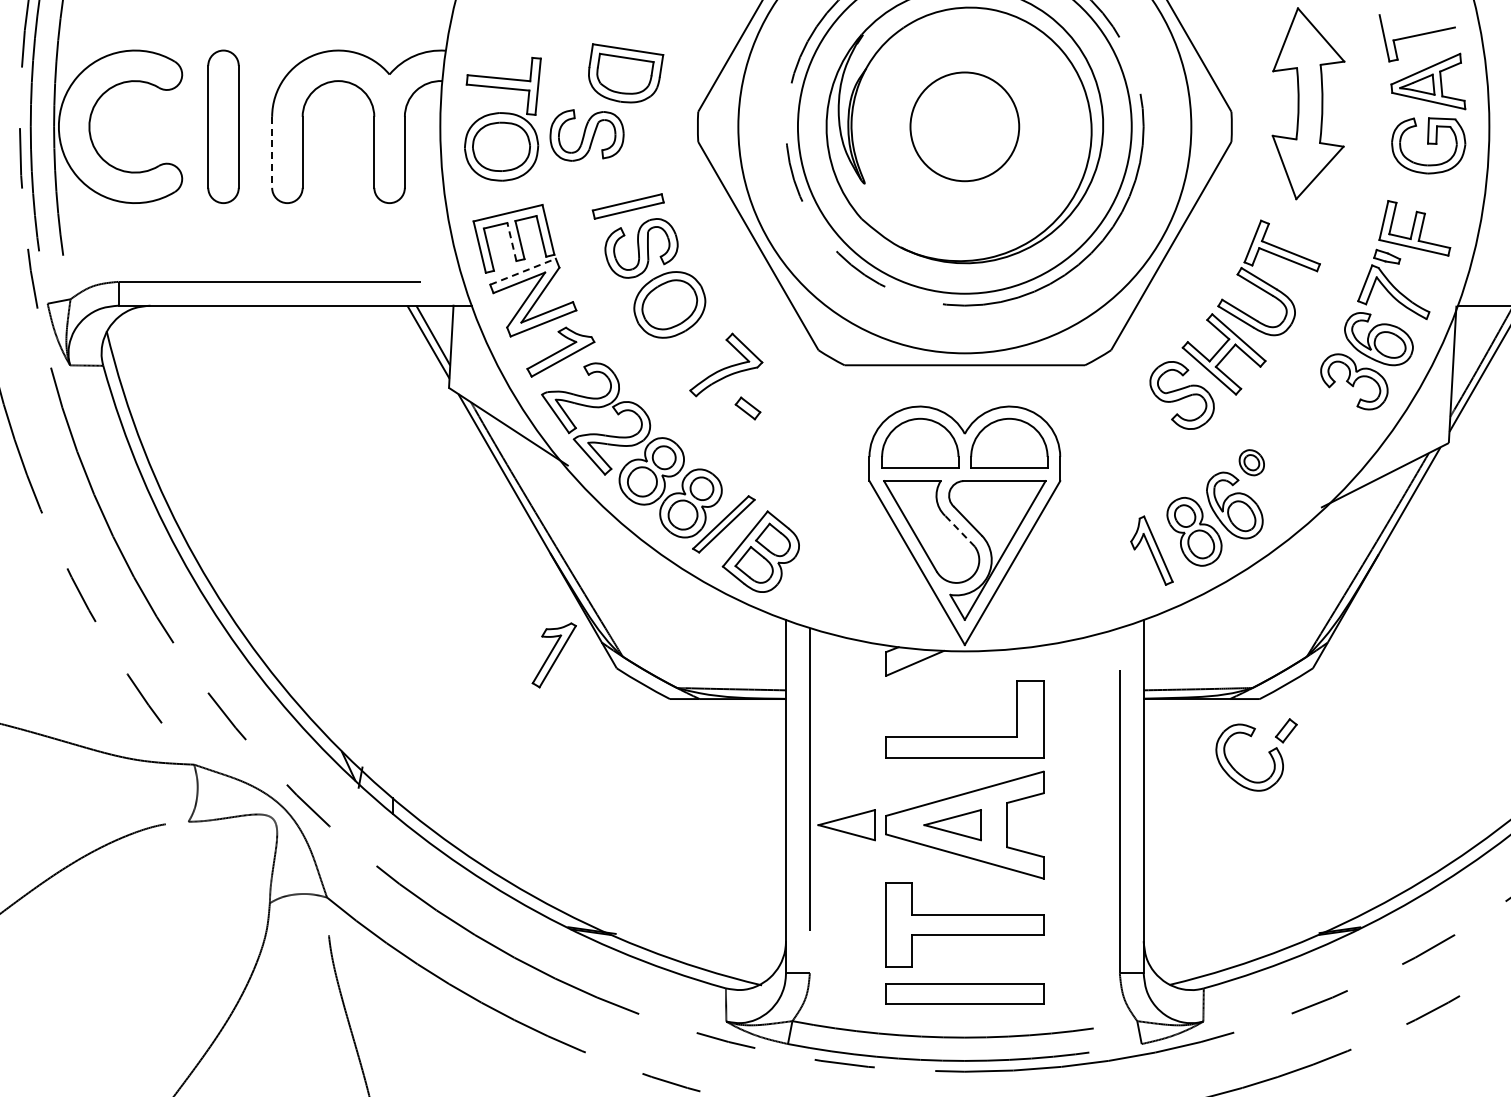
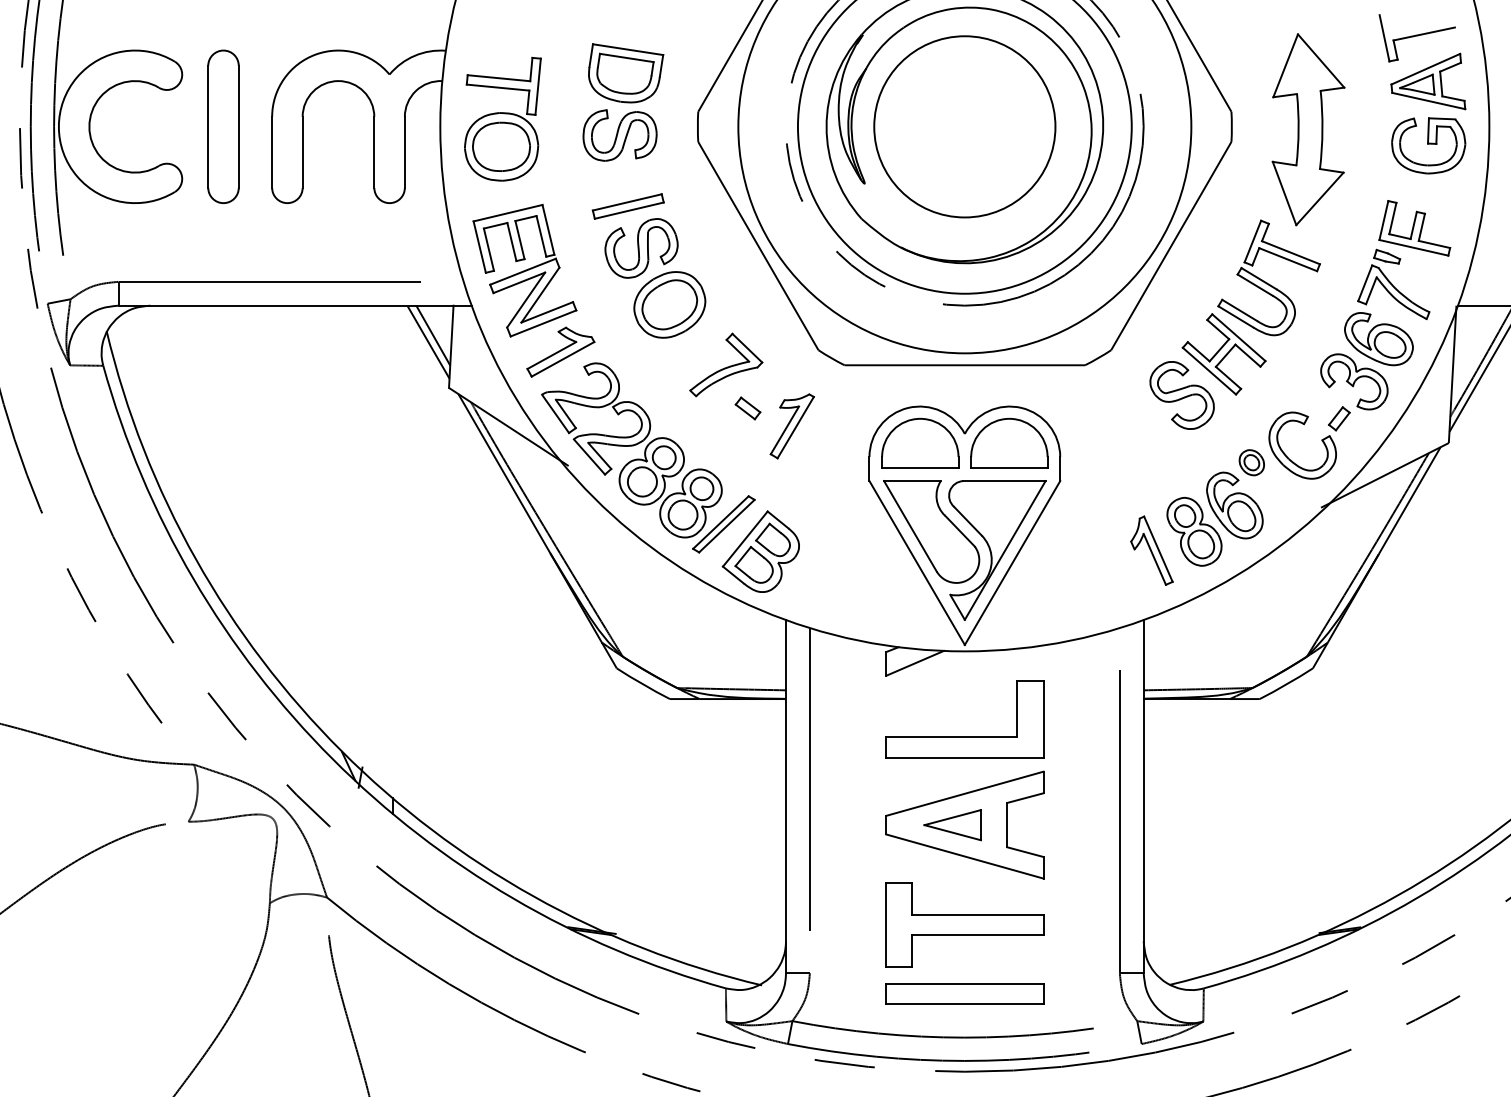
part at (1308, 103) position: (1308, 103) -> (1308, 129)
circle at (964, 126) diameter: 109 px -> 181 px
part at (586, 135) position: (586, 135) -> (619, 135)
line at (272, 152): dashed -> solid
line at (511, 242): dashed -> solid
line at (523, 271): dashed -> solid
line at (959, 530): dashed -> solid
part at (553, 655) position: (553, 655) -> (791, 426)
part at (1268, 752) position: (1268, 752) -> (1321, 440)
part at (846, 825): present -> none
